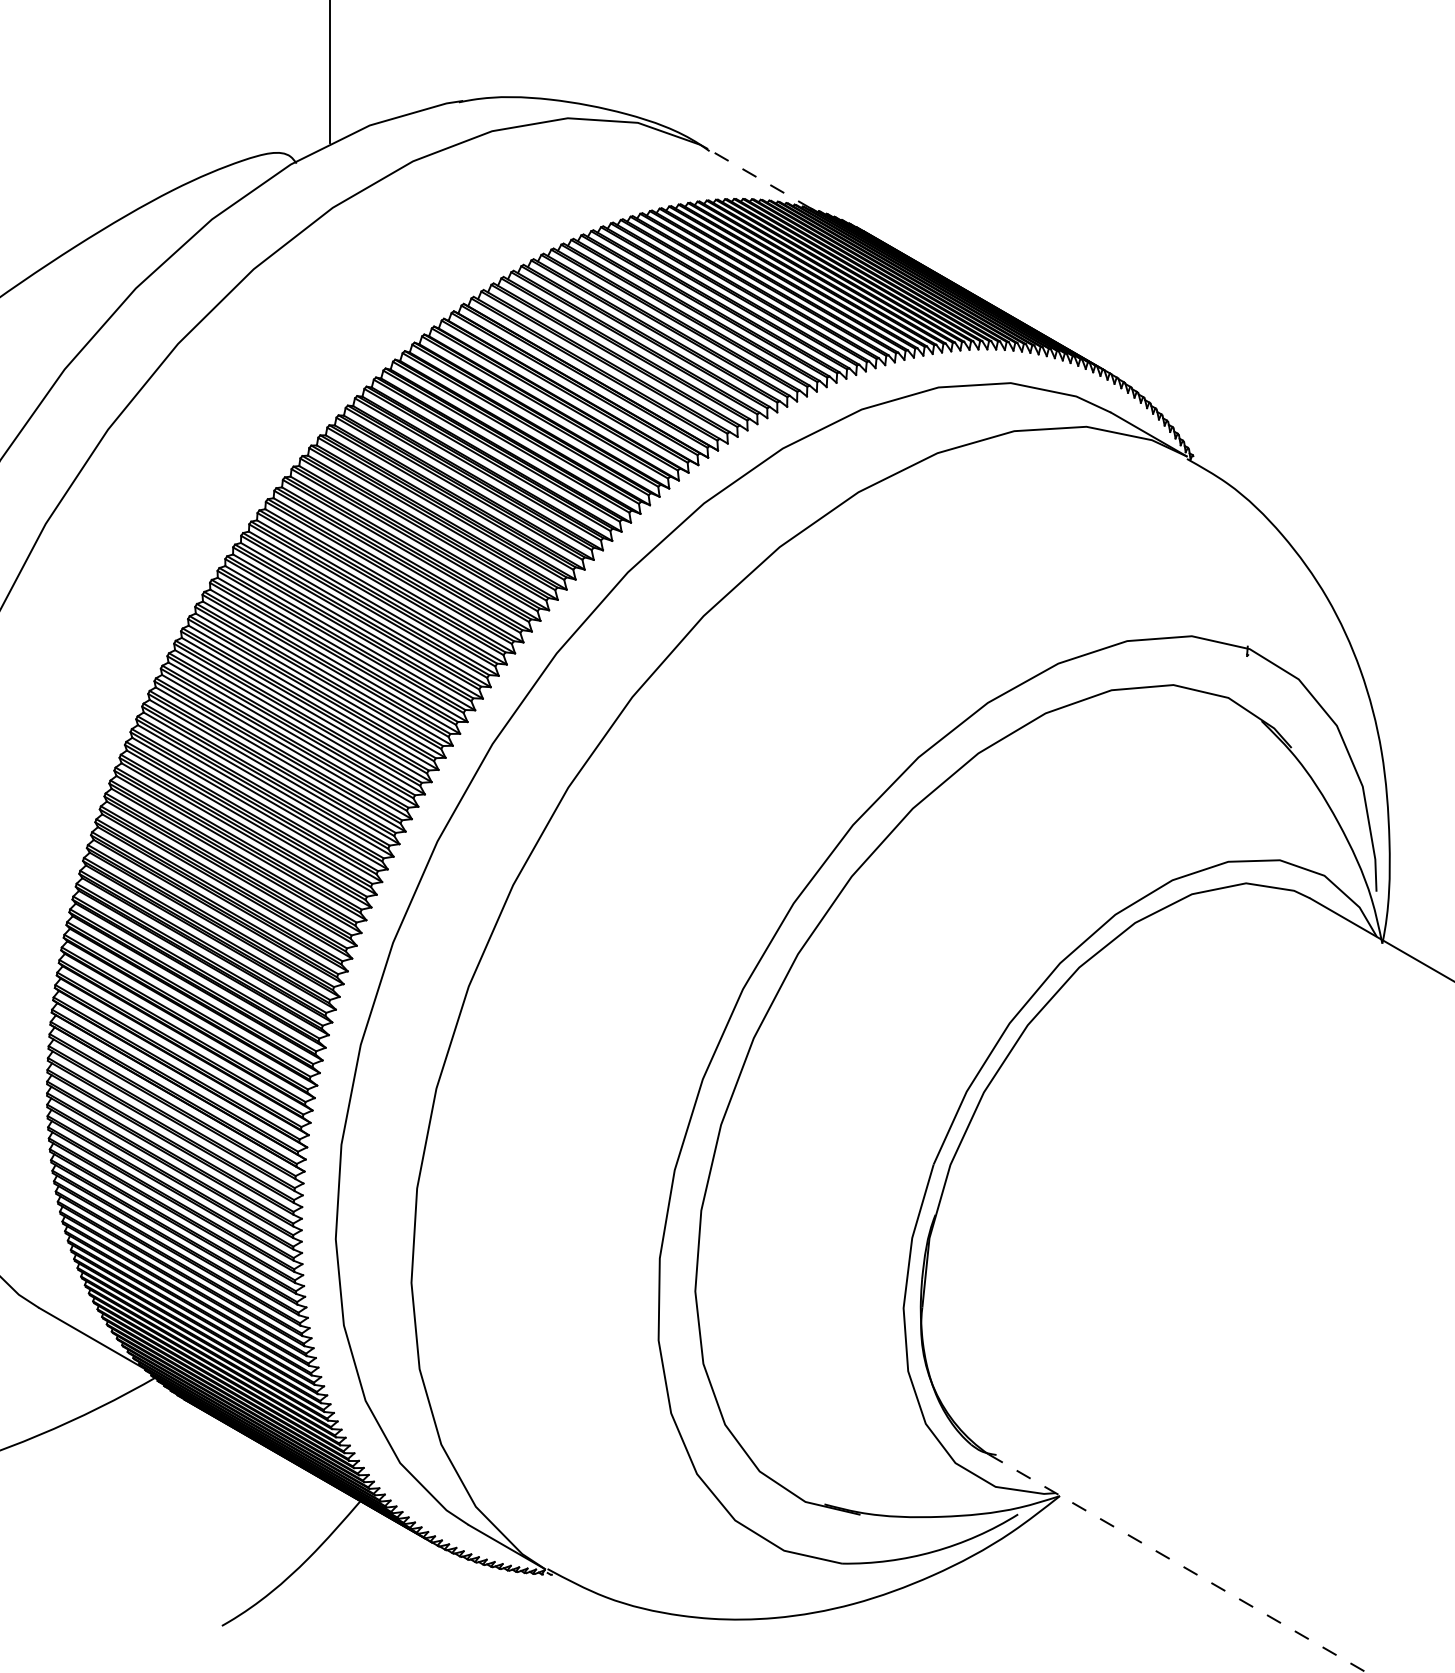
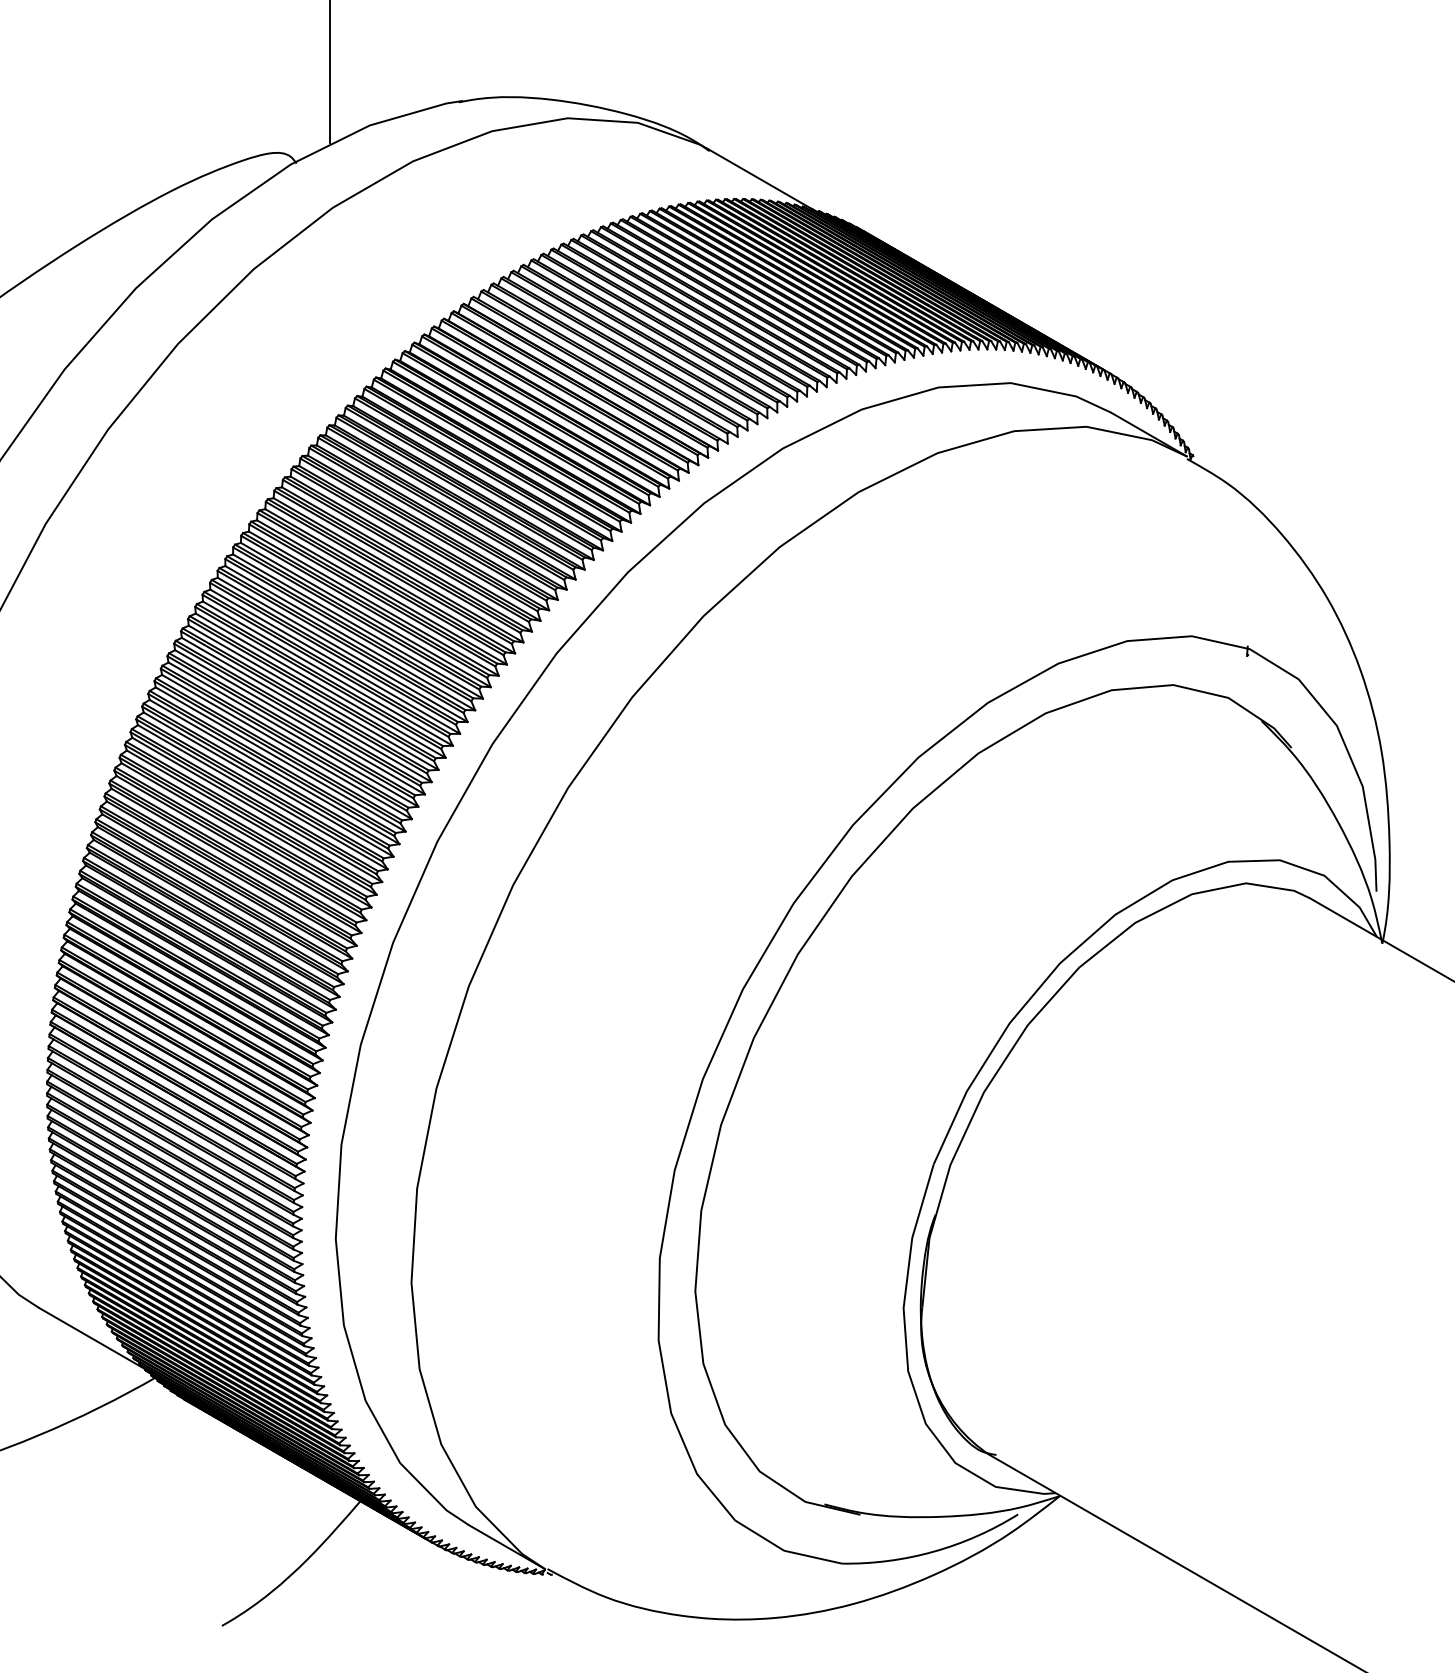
line at (759, 178): dashed -> solid
line at (1177, 1563): dashed -> solid
